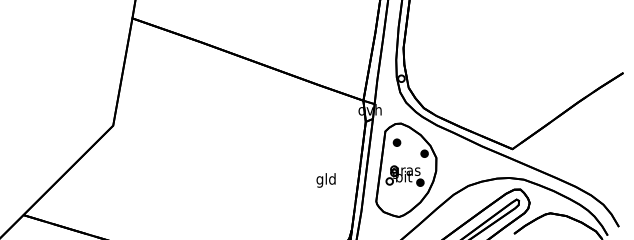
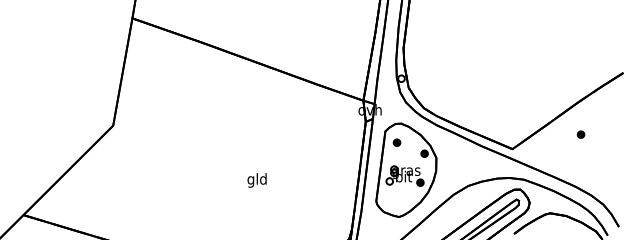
part at (580, 134): none -> present
text at (325, 180) position: (325, 180) -> (256, 180)
